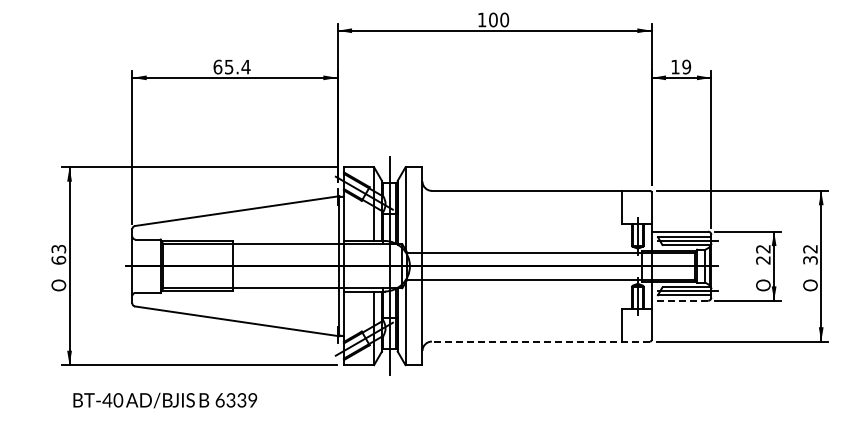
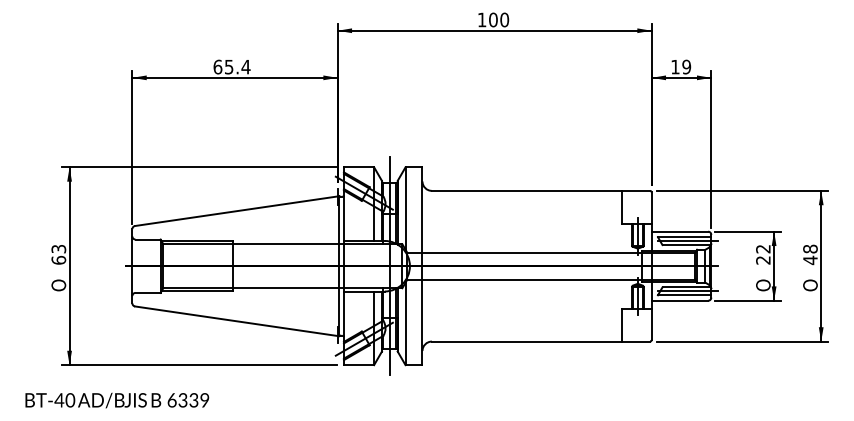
text at (810, 254): 32 -> 48
line at (679, 300): dashed -> solid
line at (540, 341): dashed -> solid
text at (165, 400) position: (165, 400) -> (117, 400)
